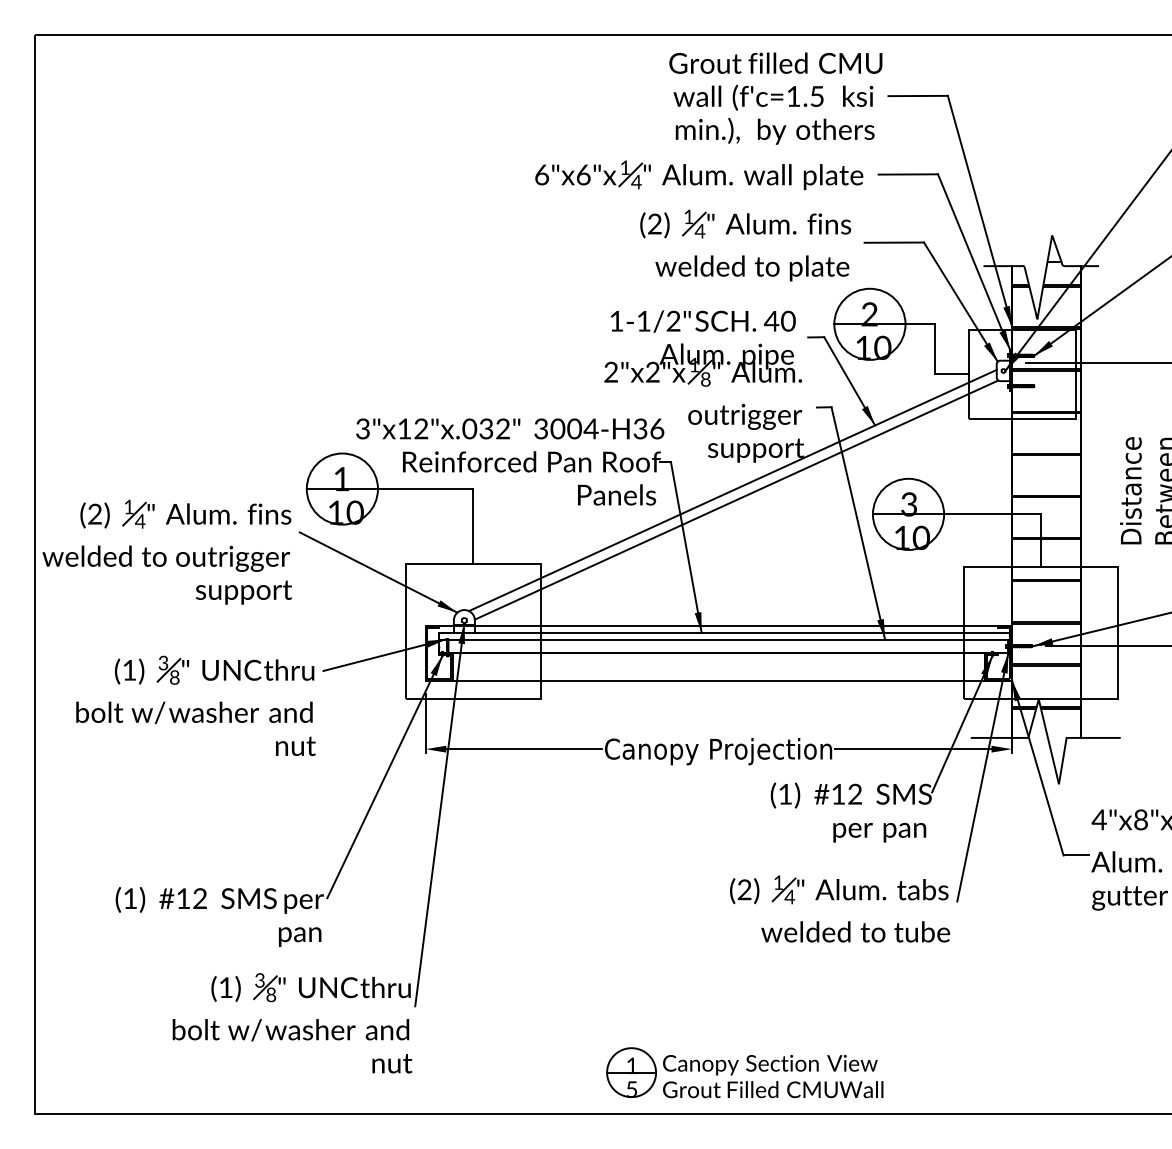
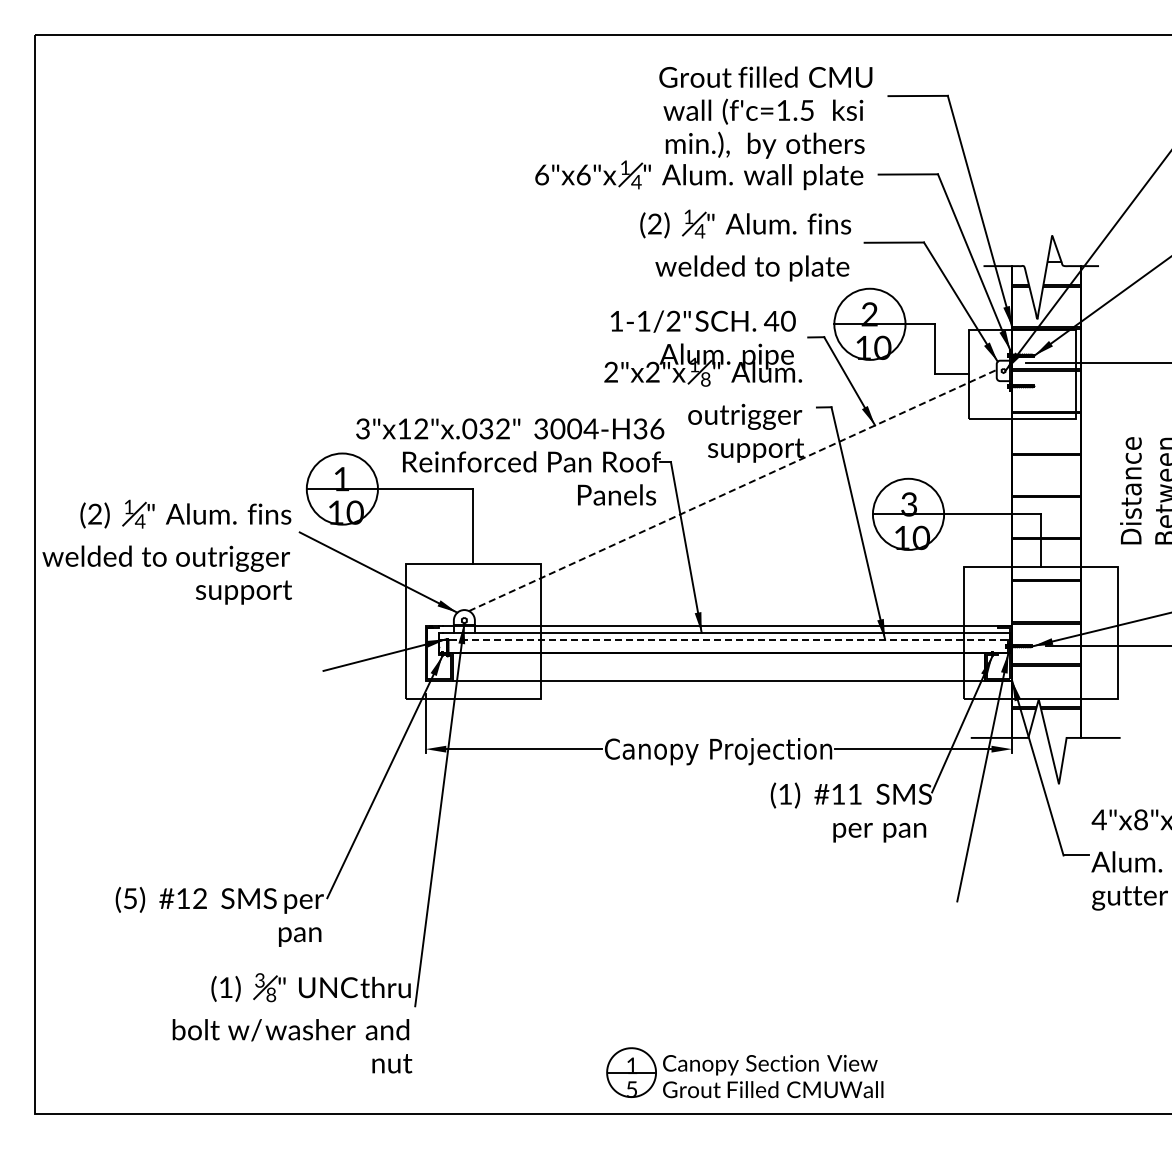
text at (775, 98) position: (775, 98) -> (765, 112)
line at (733, 490): solid -> dashed
line at (736, 499): present -> none
line at (724, 639): solid -> dashed
part at (195, 705): present -> none
text at (854, 793): #12 -> #11
text at (130, 898): (1) -> (5)
part at (838, 900): present -> none
